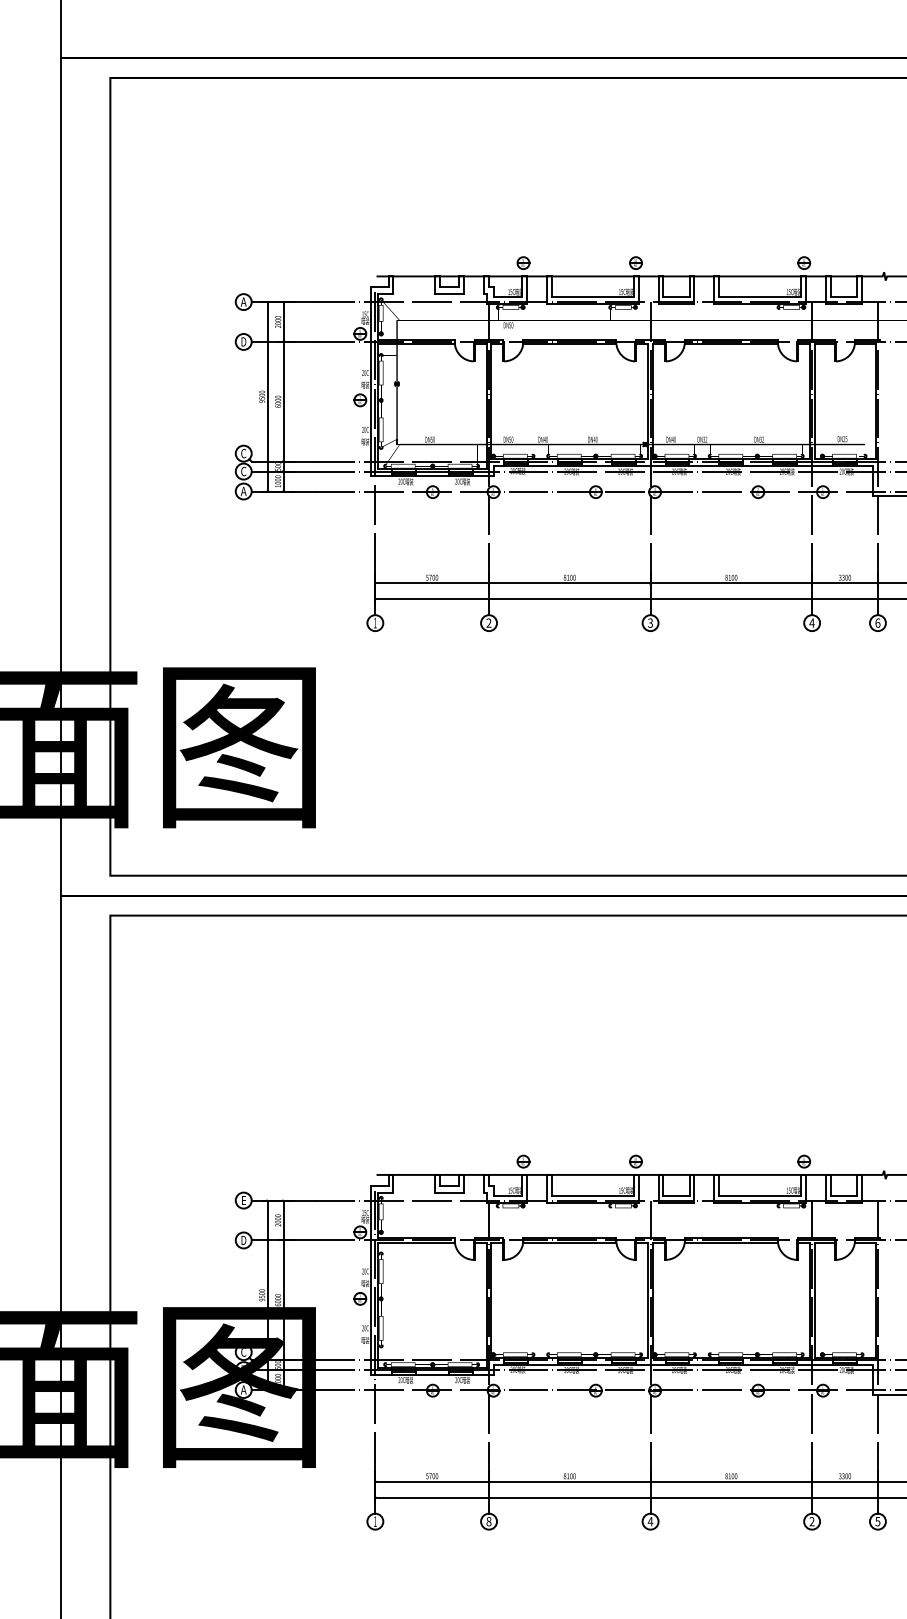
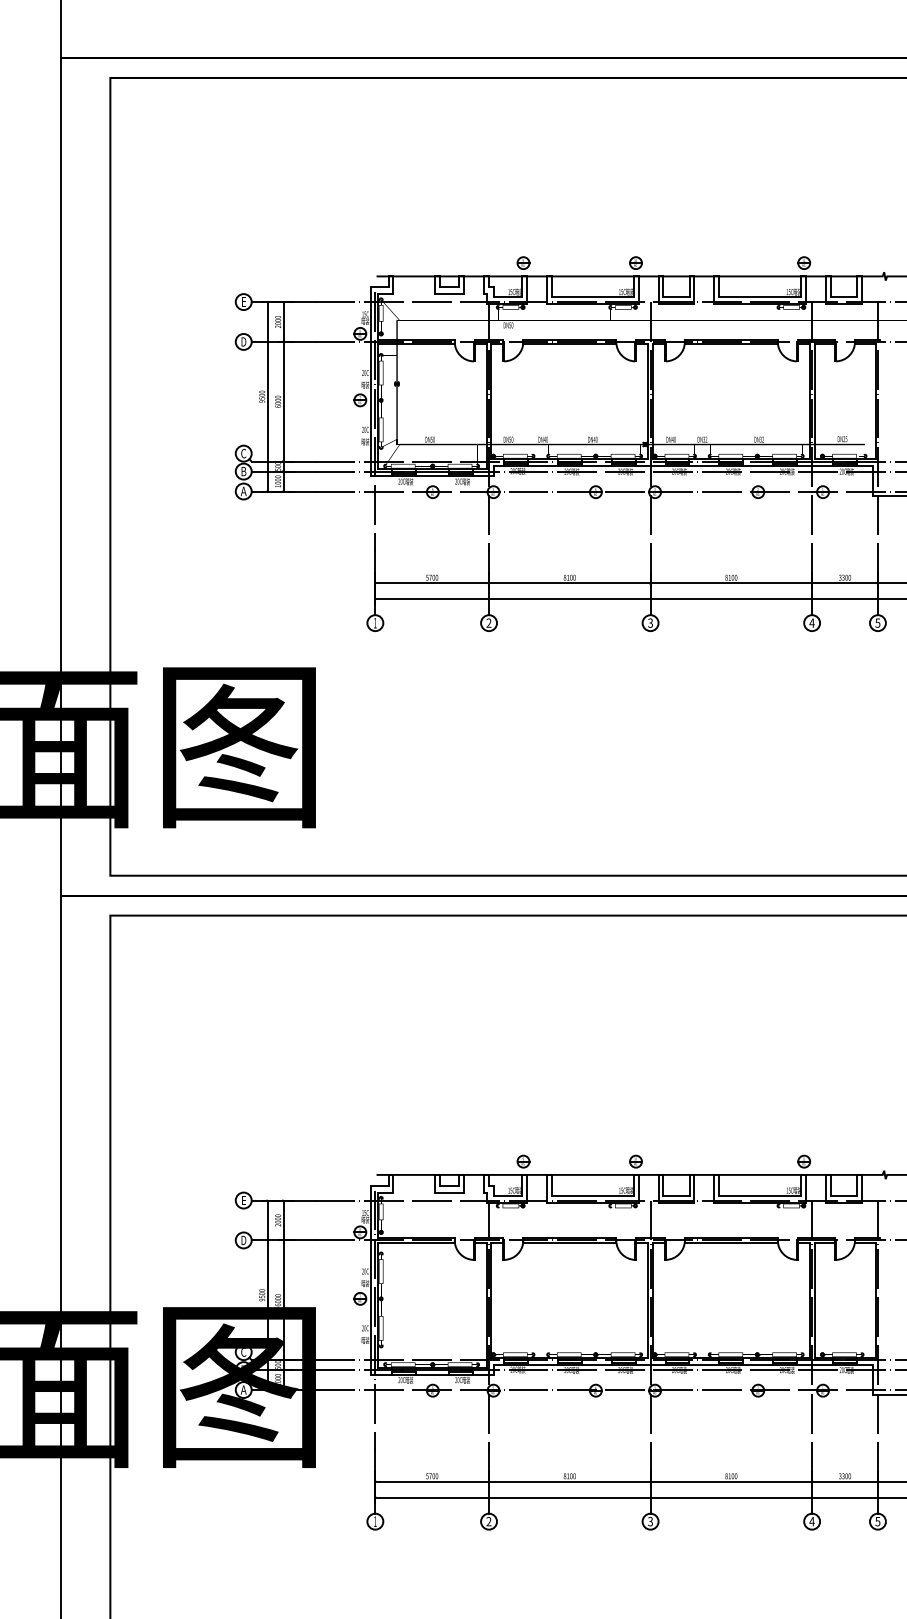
text at (243, 301): A -> E
text at (243, 471): C -> B
text at (877, 622): 6 -> 5
text at (488, 1521): 8 -> 2
text at (650, 1521): 4 -> 3
text at (811, 1521): 2 -> 4
